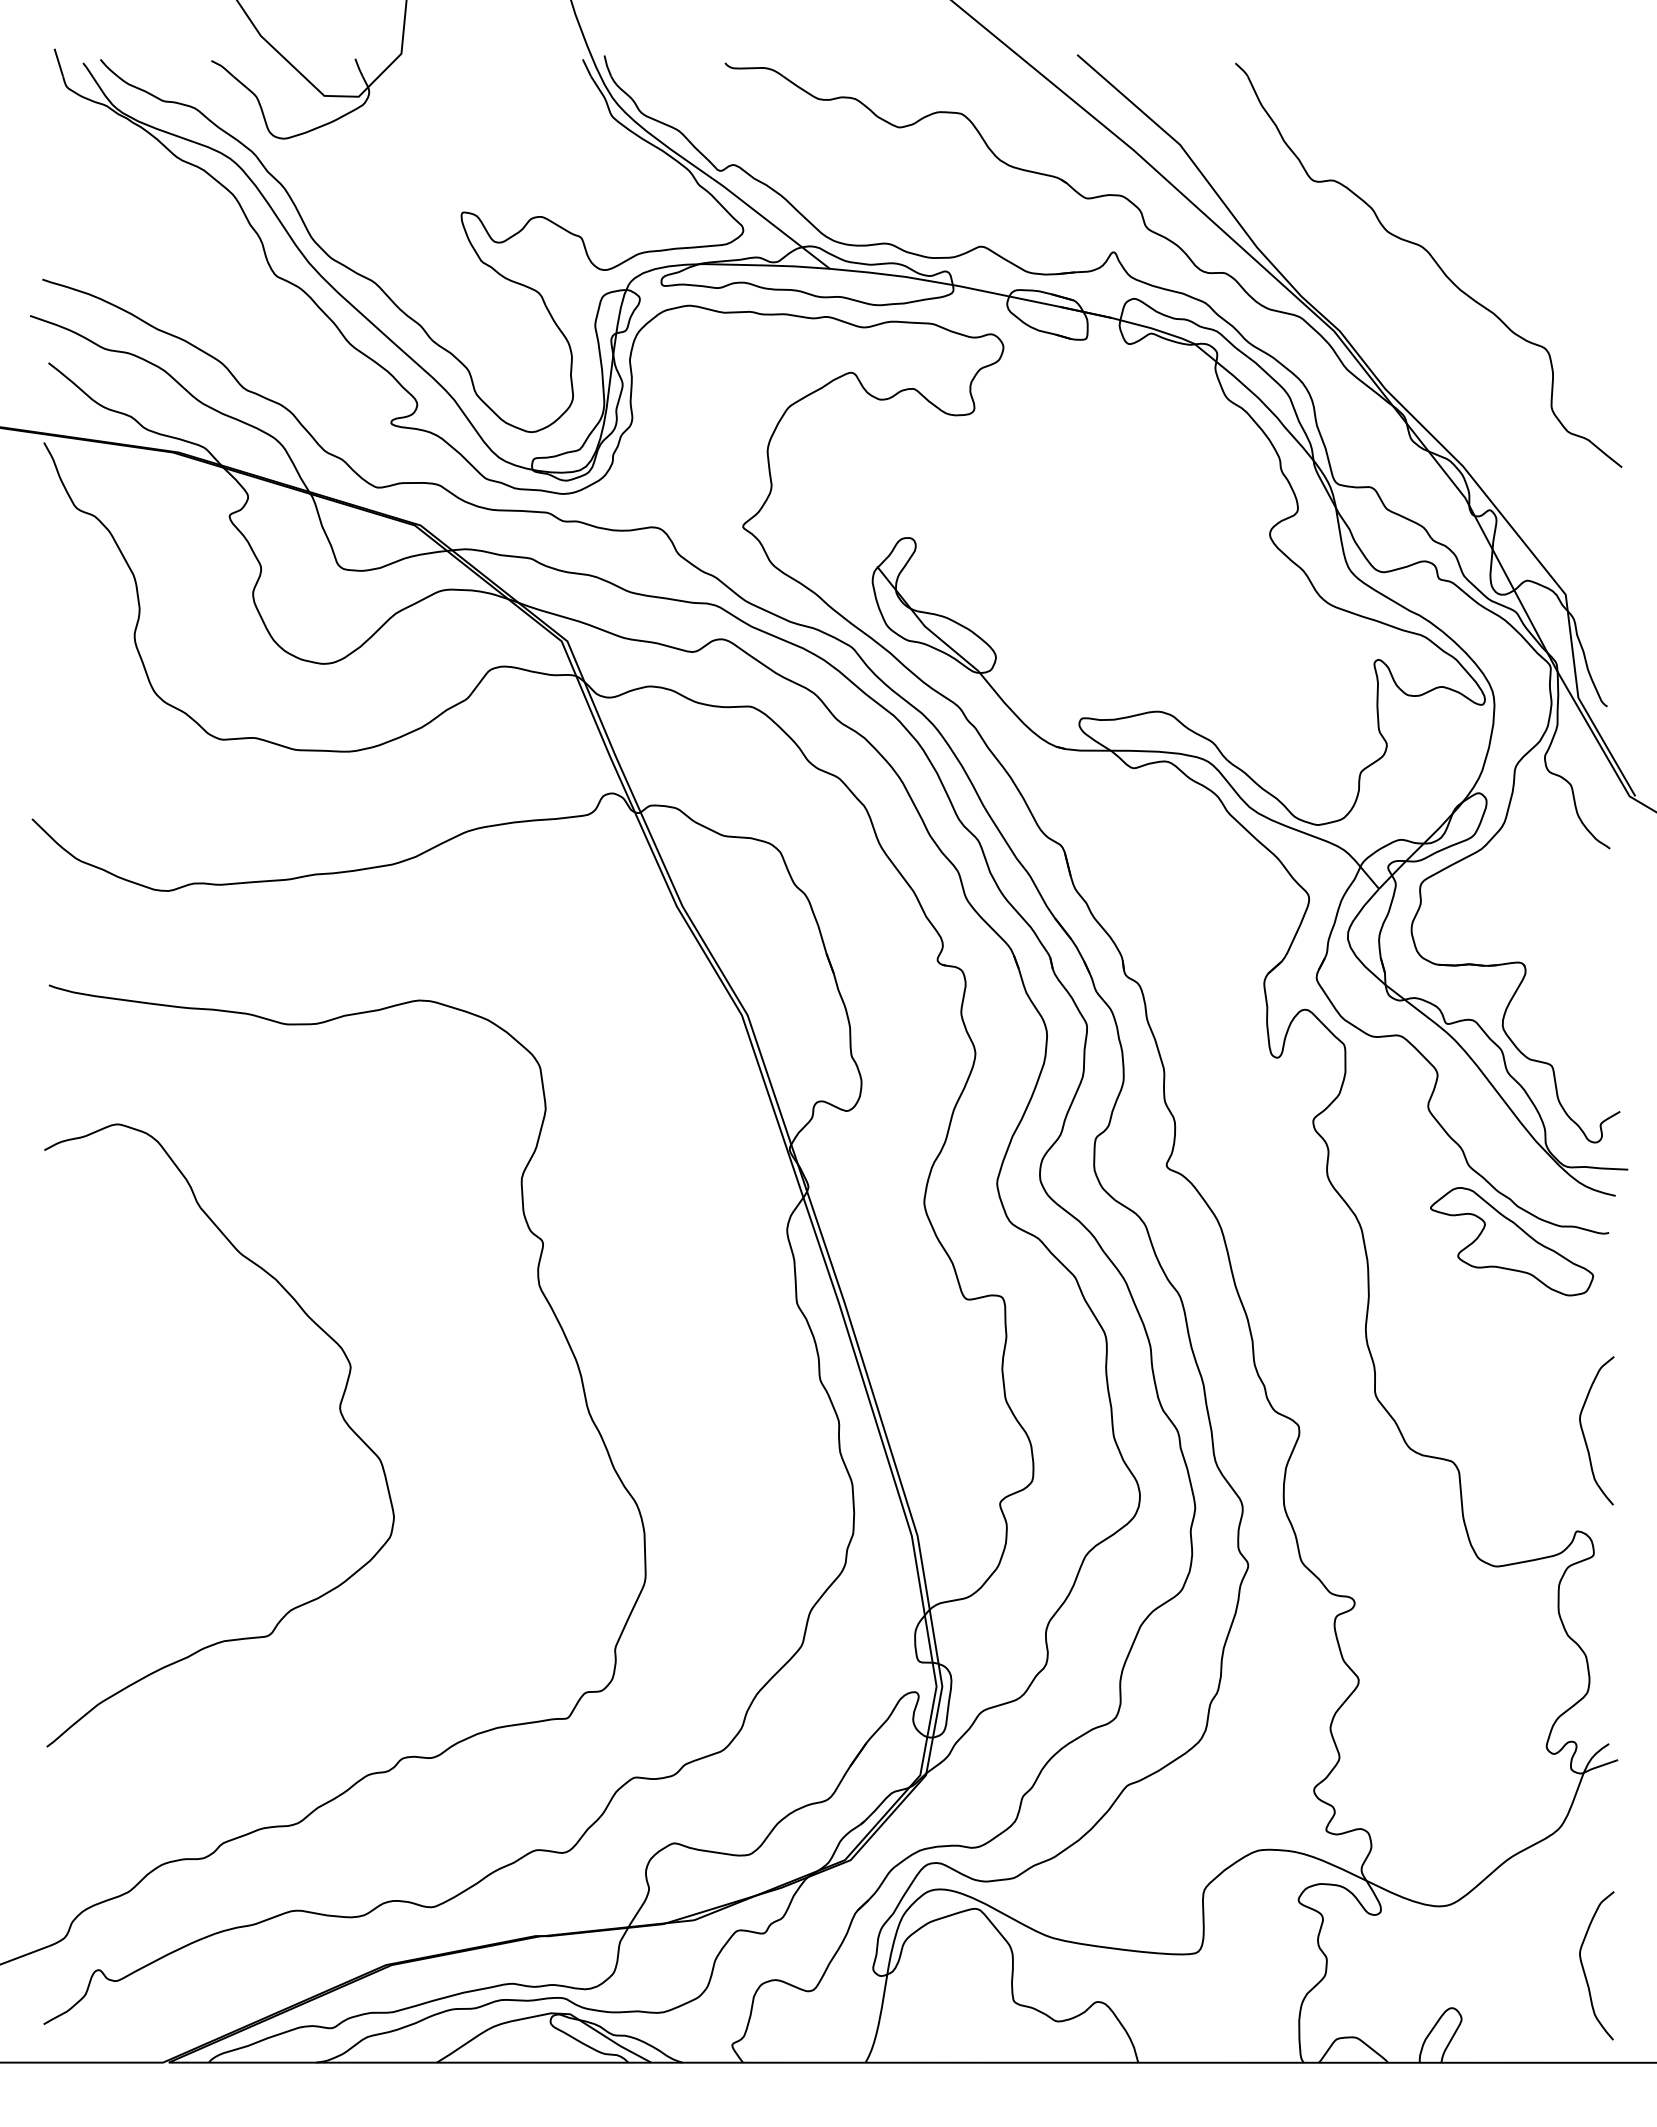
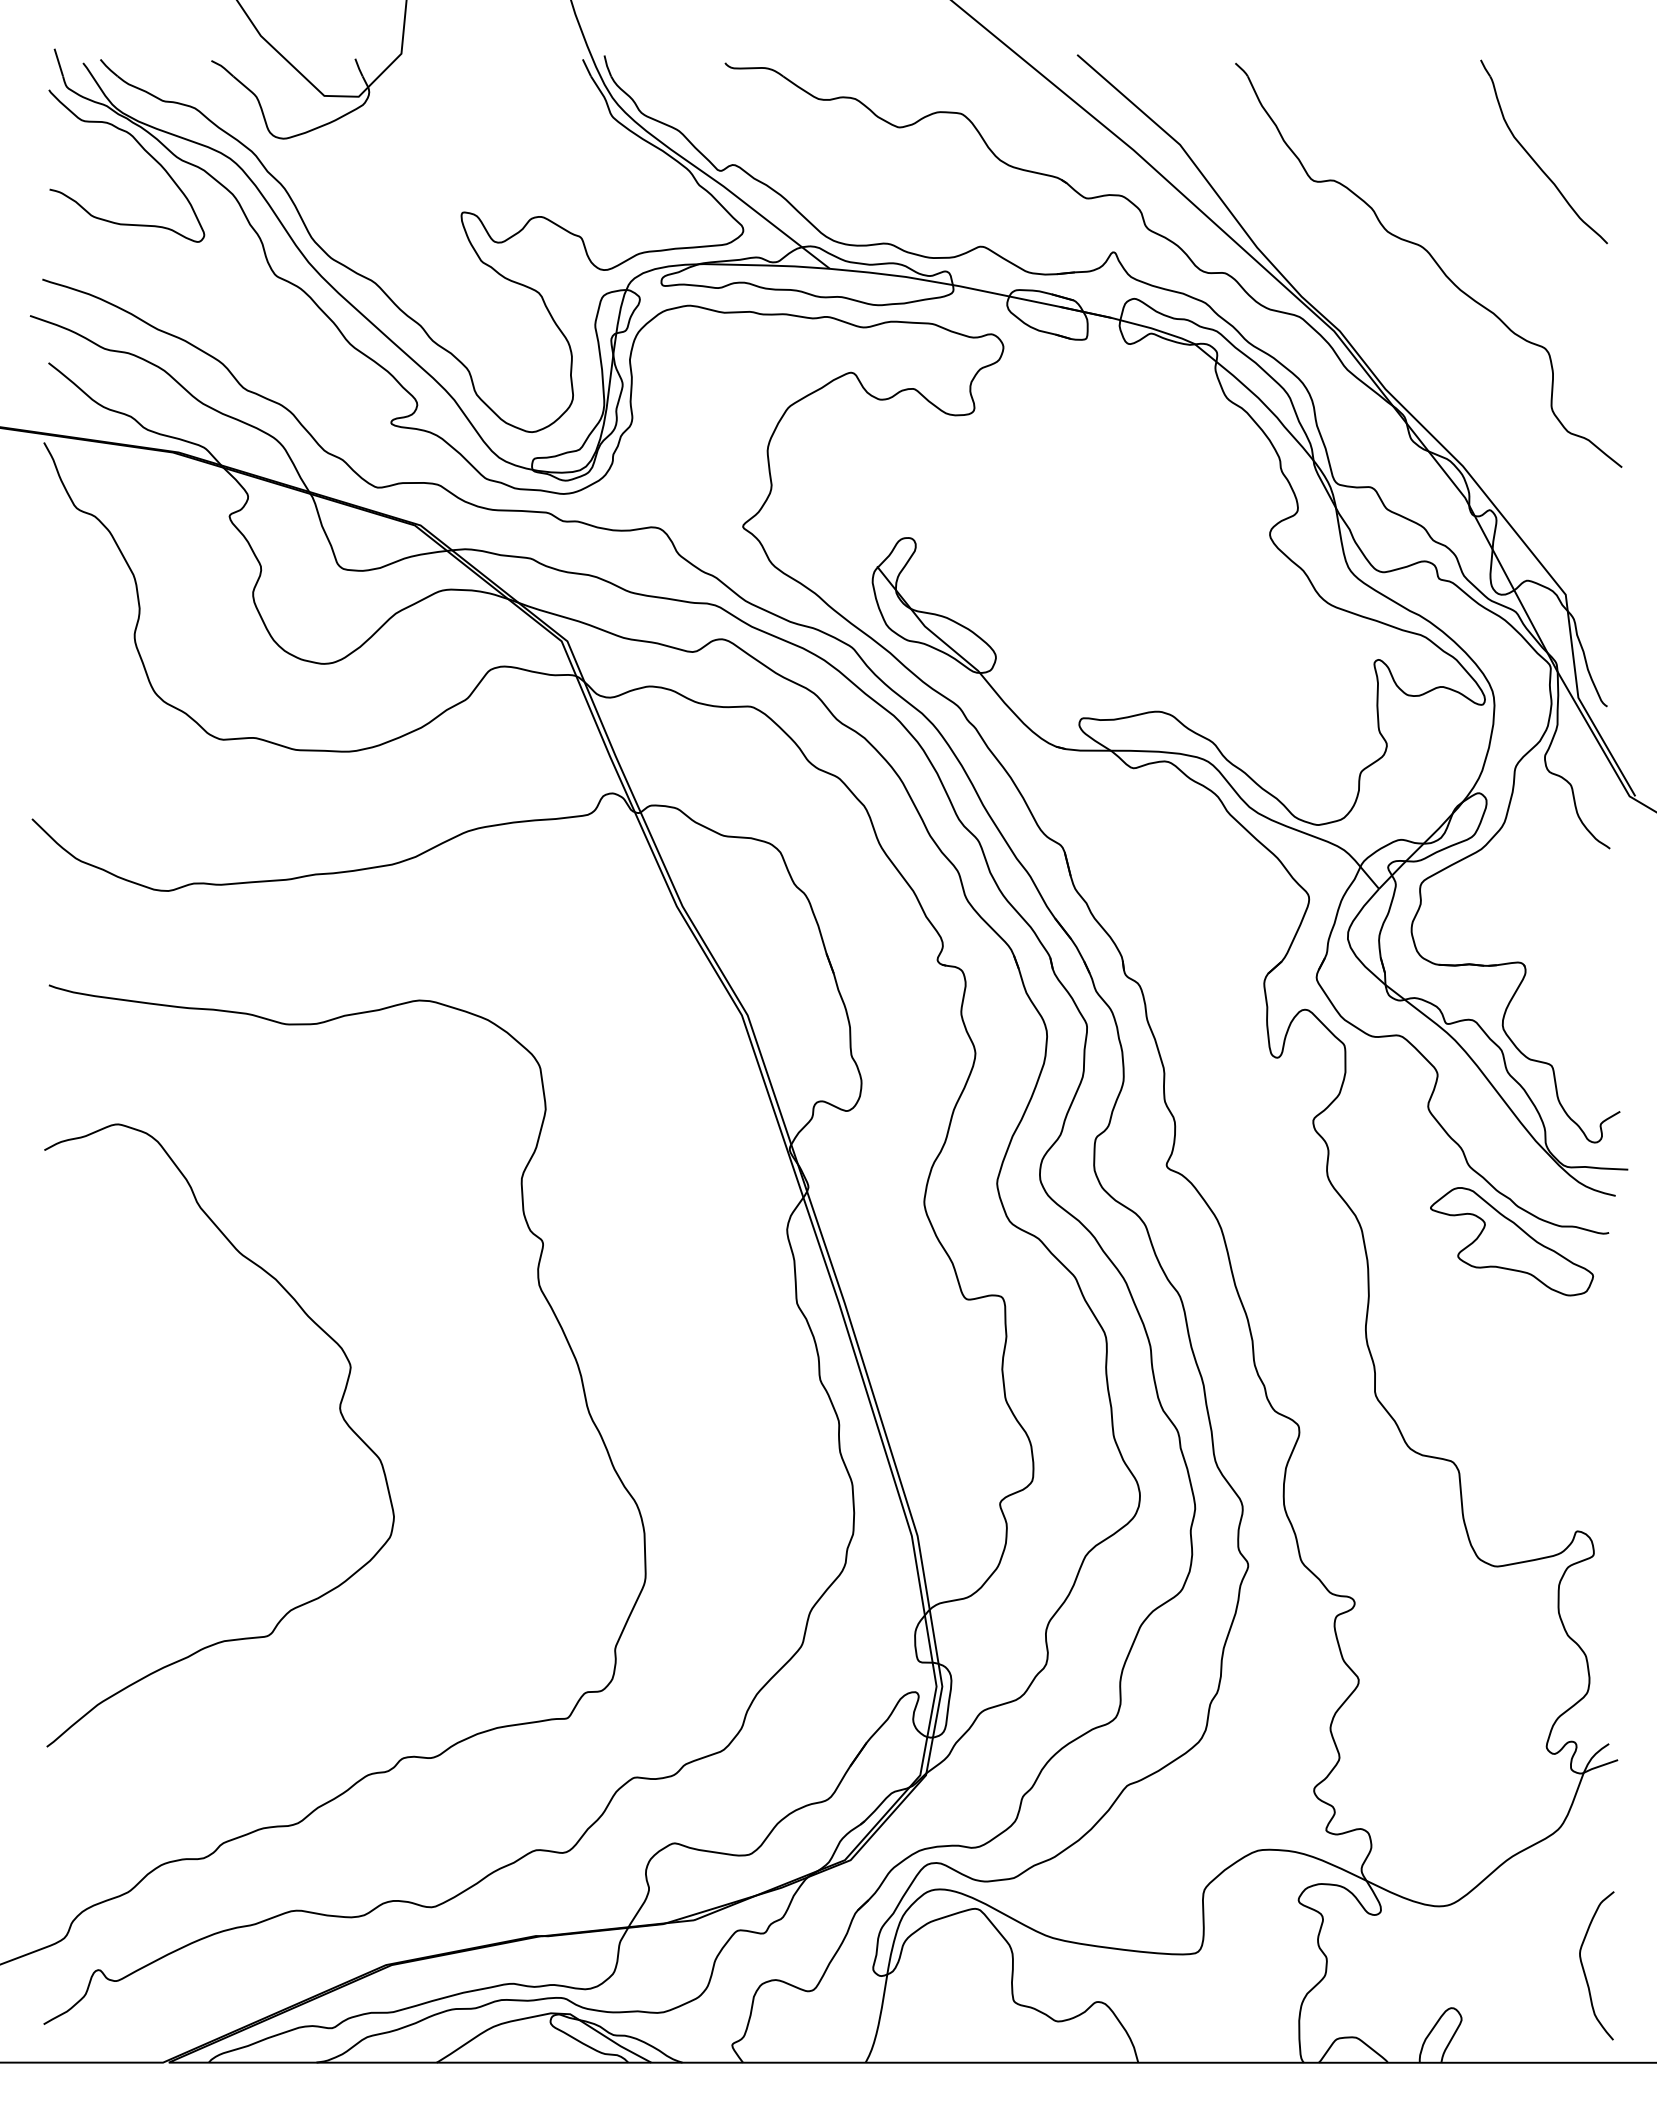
curve at (142, 148): none -> present
part at (1534, 159): none -> present
curve at (1584, 1433): present -> none
